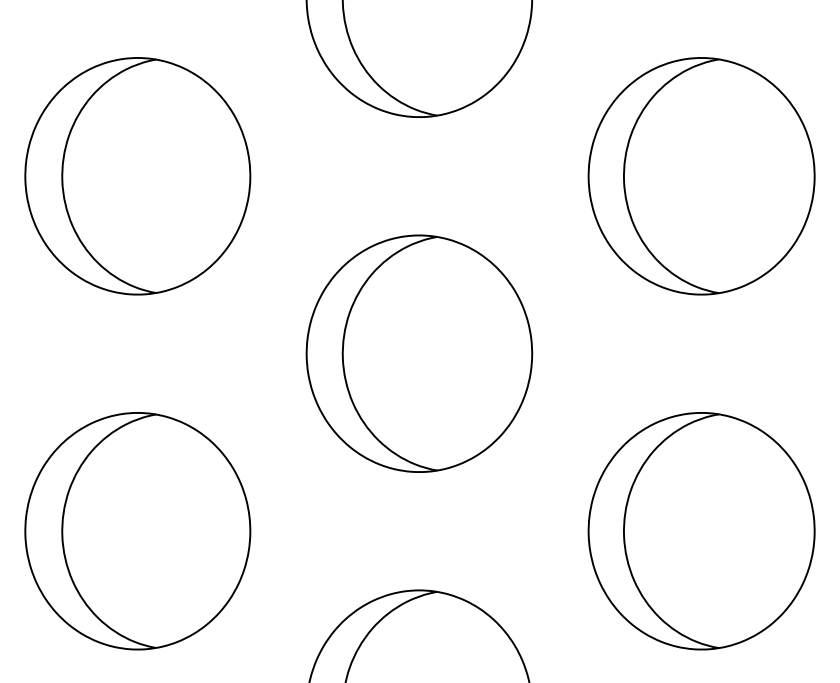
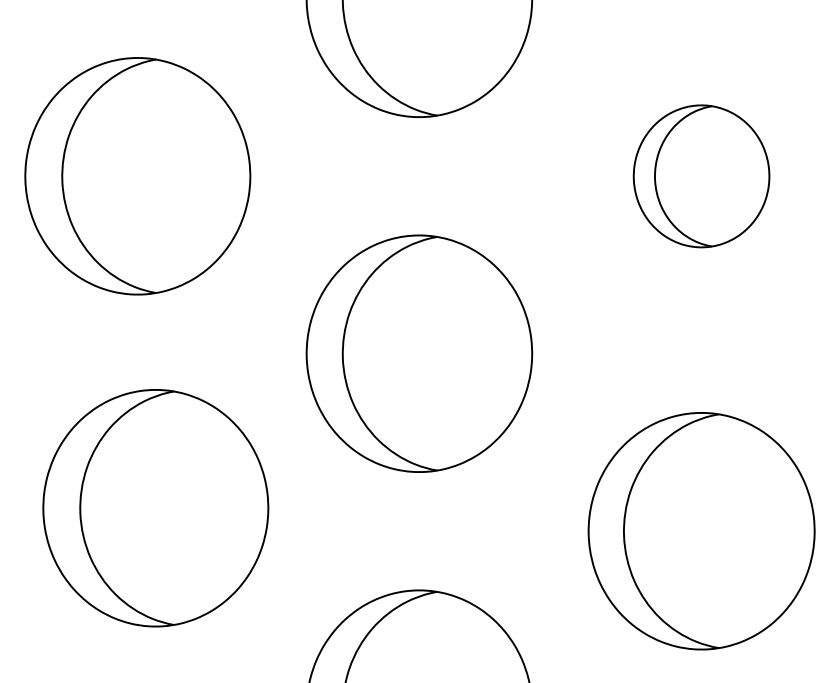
part at (701, 176) size: 229x239 px -> 139x145 px
part at (137, 531) position: (137, 531) -> (155, 508)
